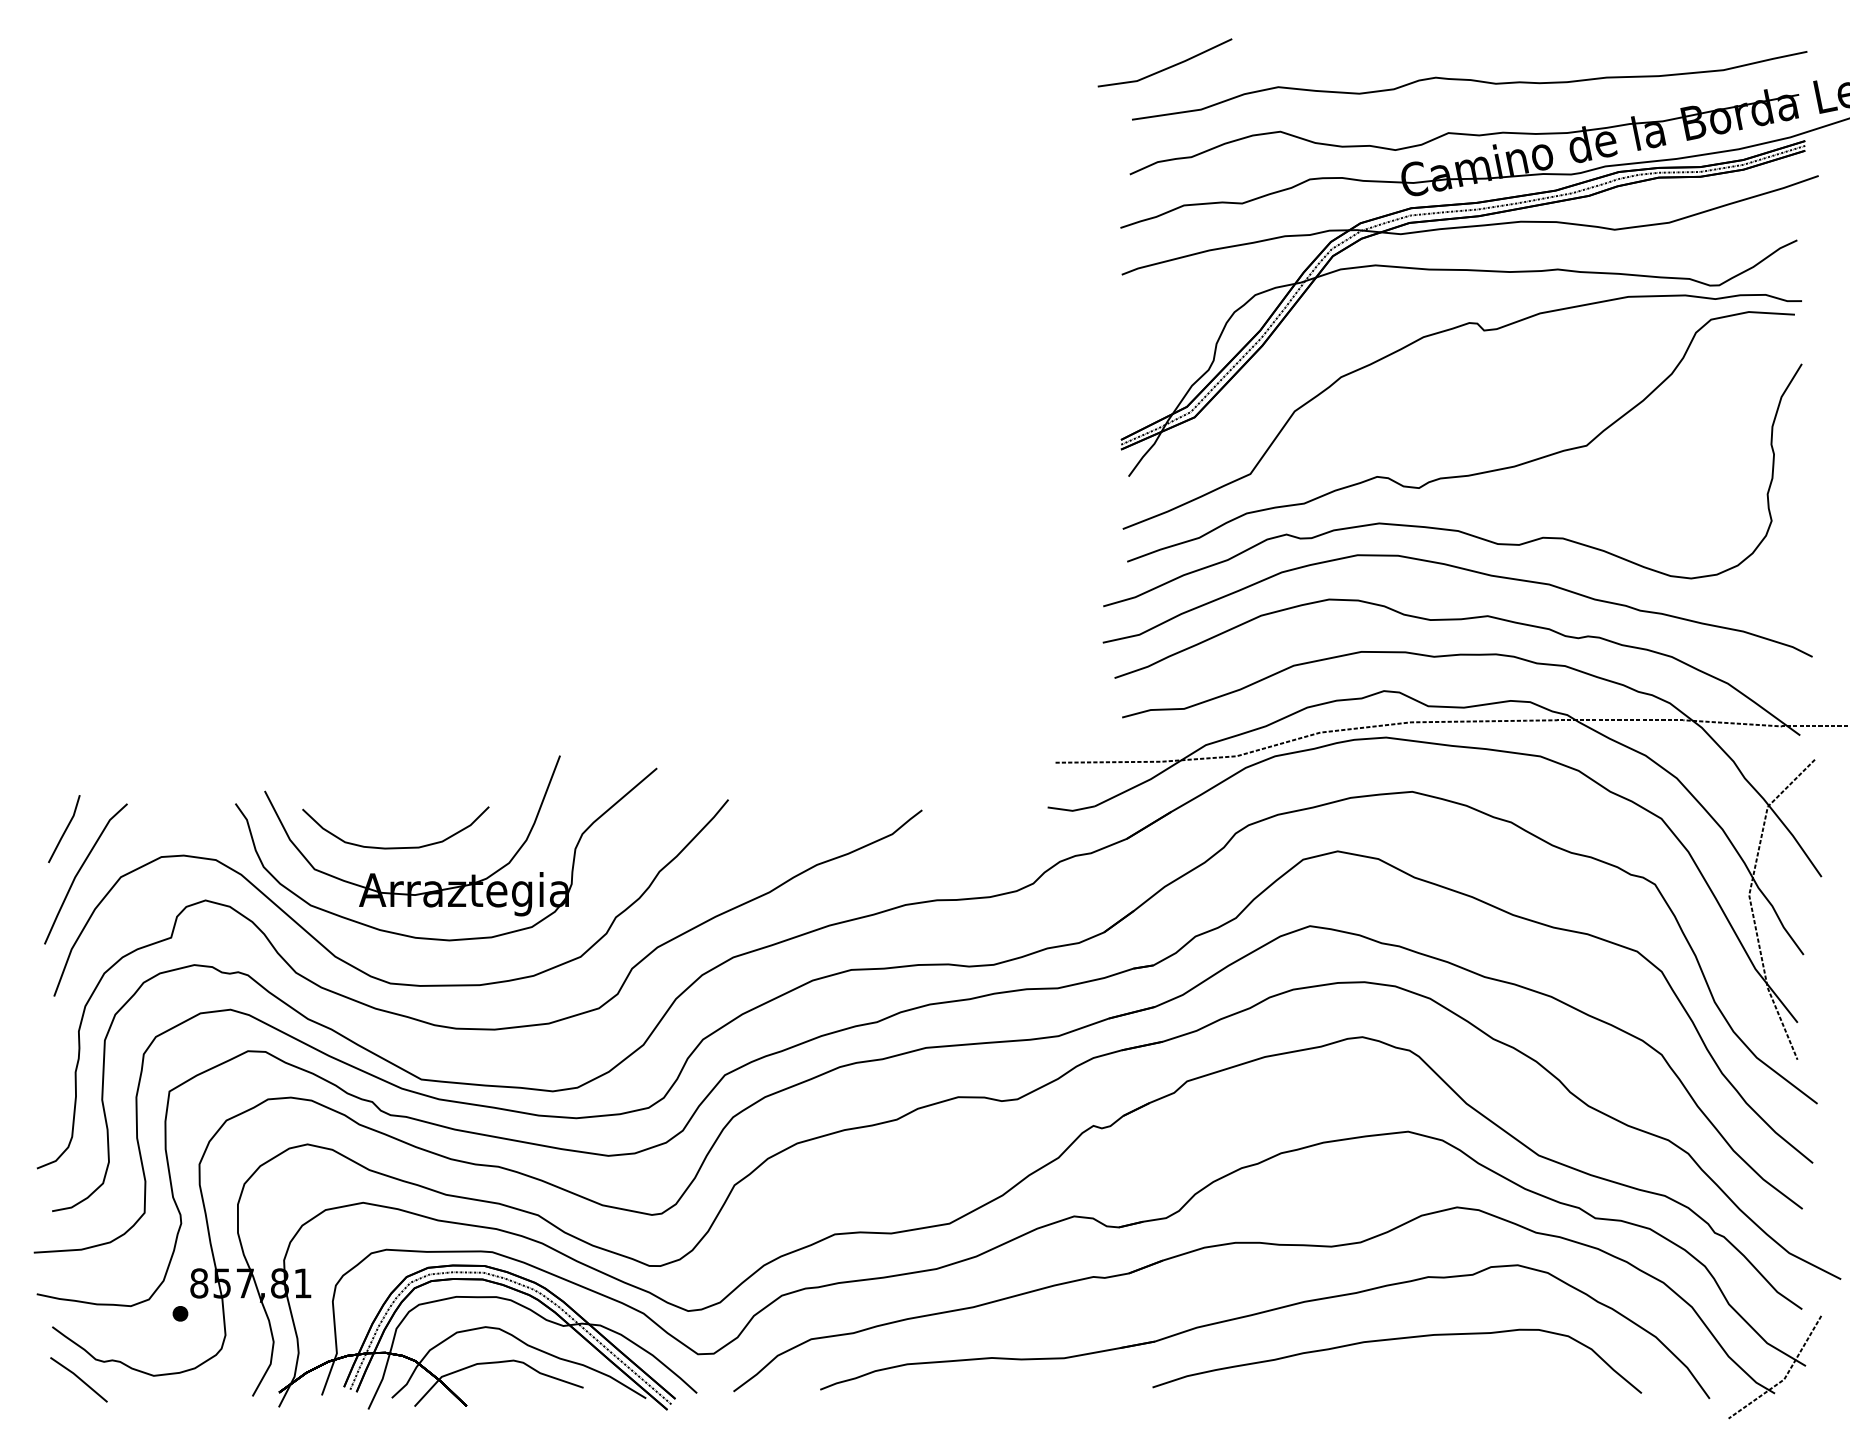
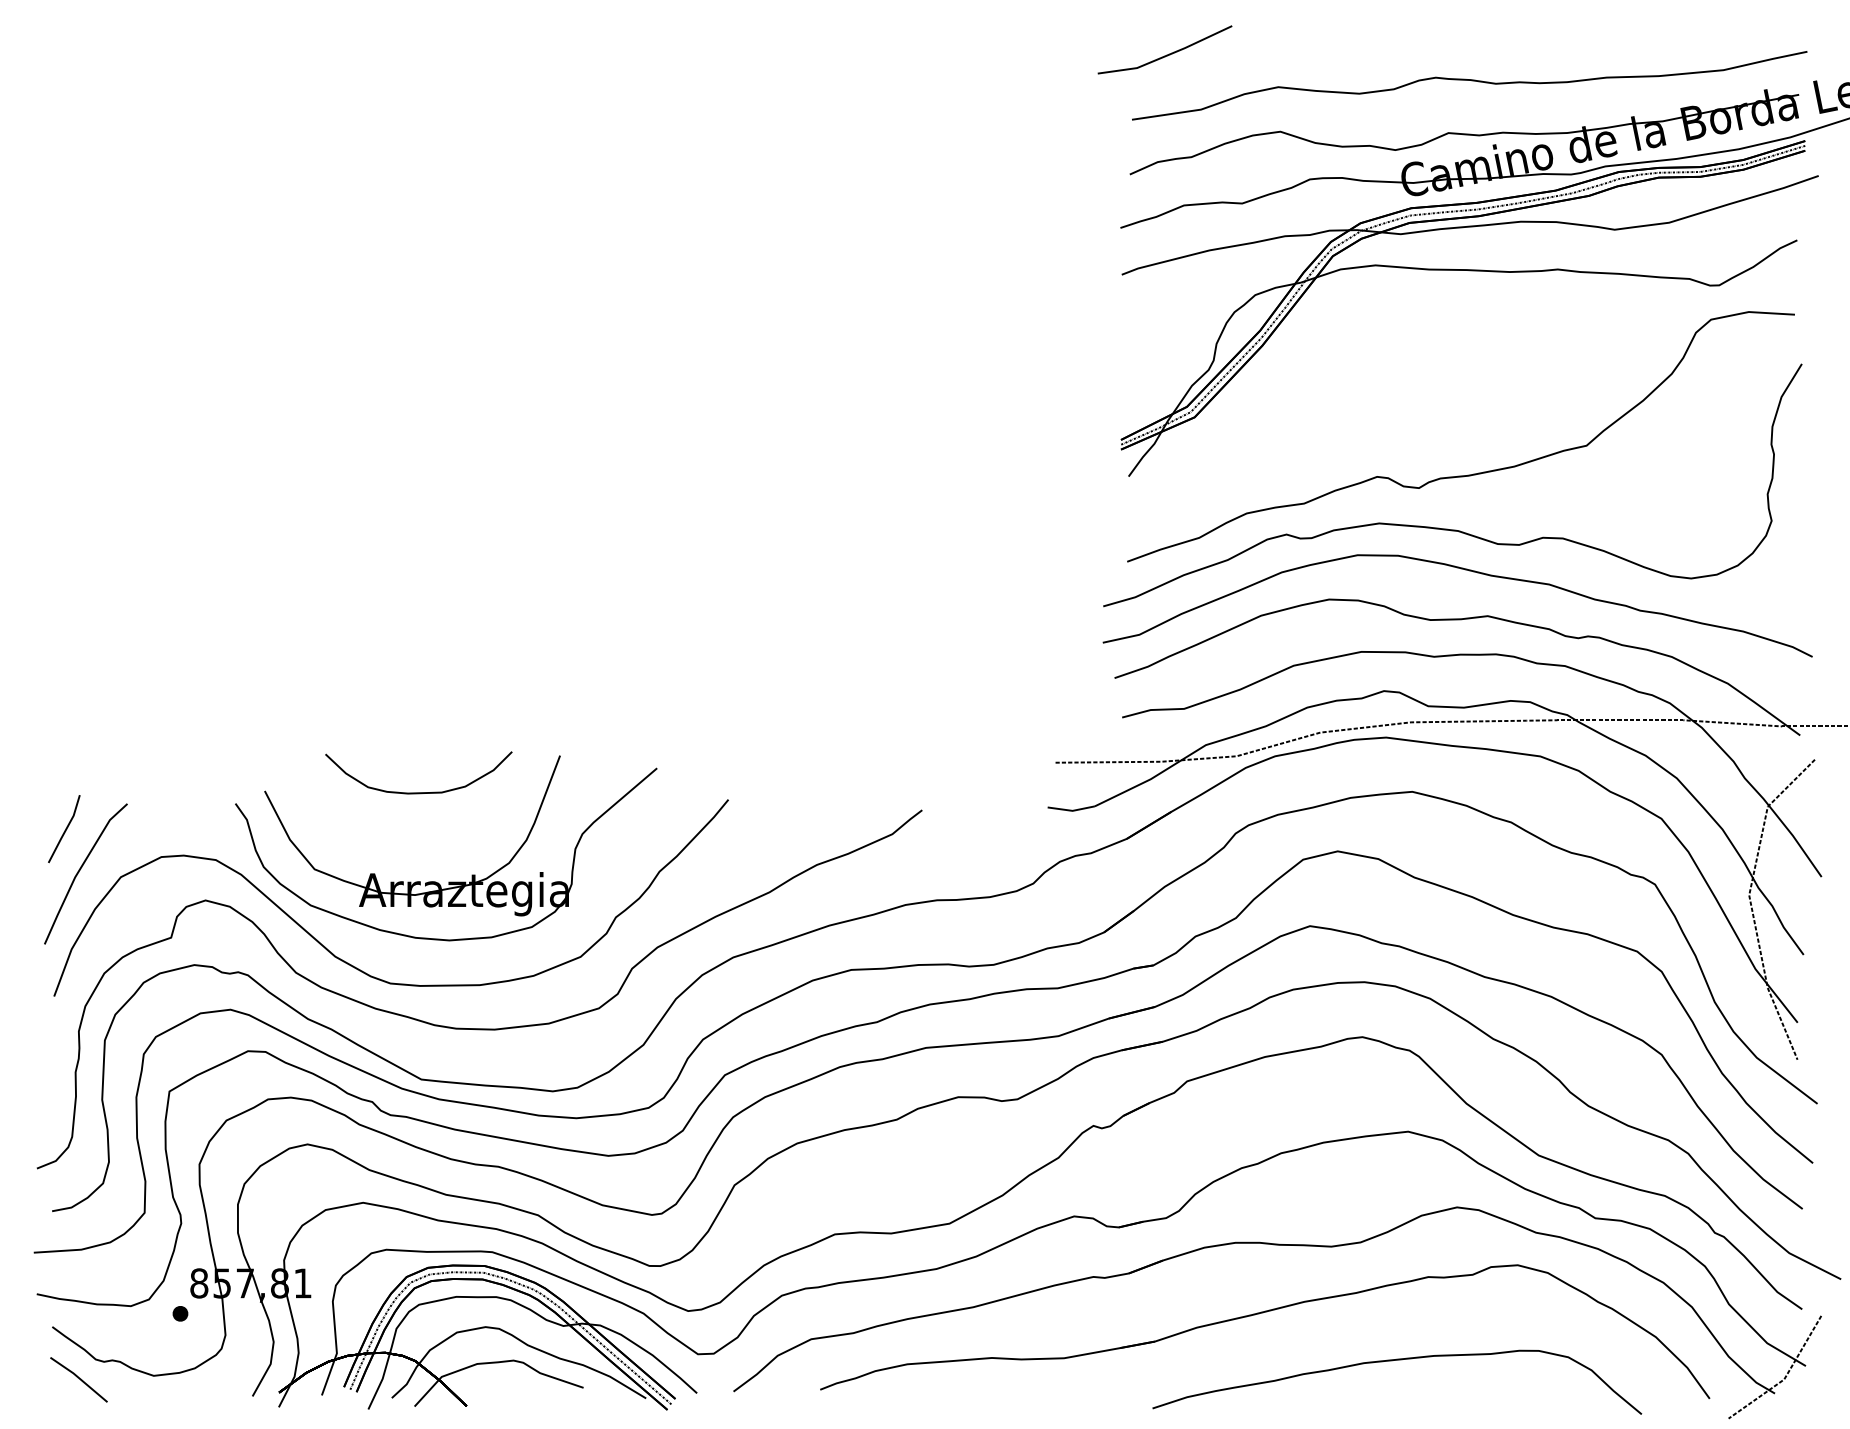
part at (1164, 62) position: (1164, 62) -> (1164, 49)
part at (1440, 333): present -> none
part at (395, 847) position: (395, 847) -> (418, 792)
part at (1392, 1340) position: (1392, 1340) -> (1392, 1361)
